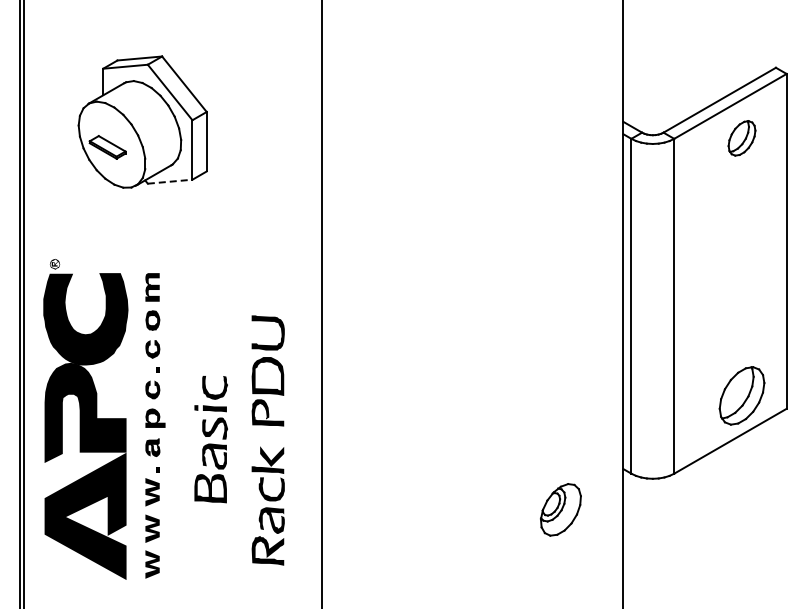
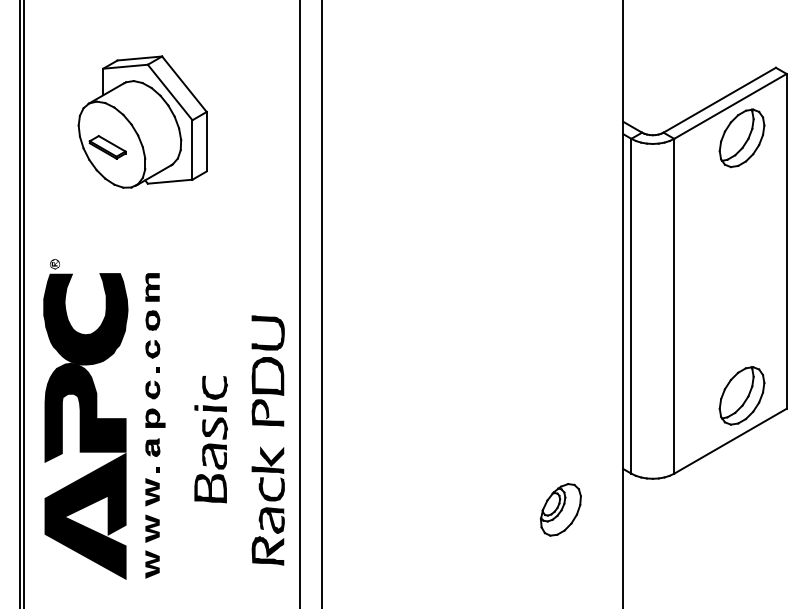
part at (741, 138) size: 30x37 px -> 48x61 px
line at (170, 181): dashed -> solid
line at (299, 303): none -> present
